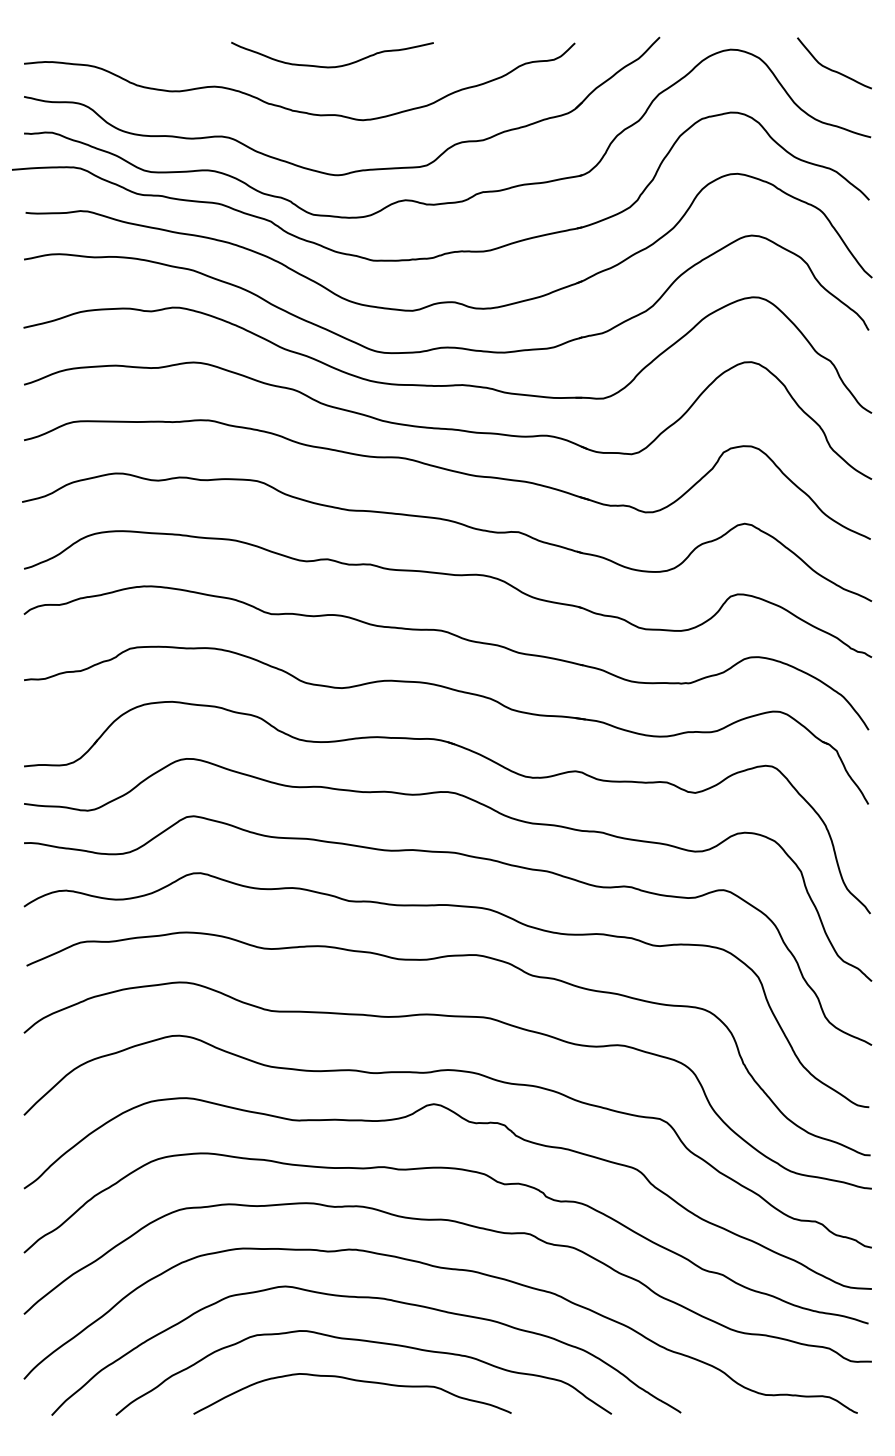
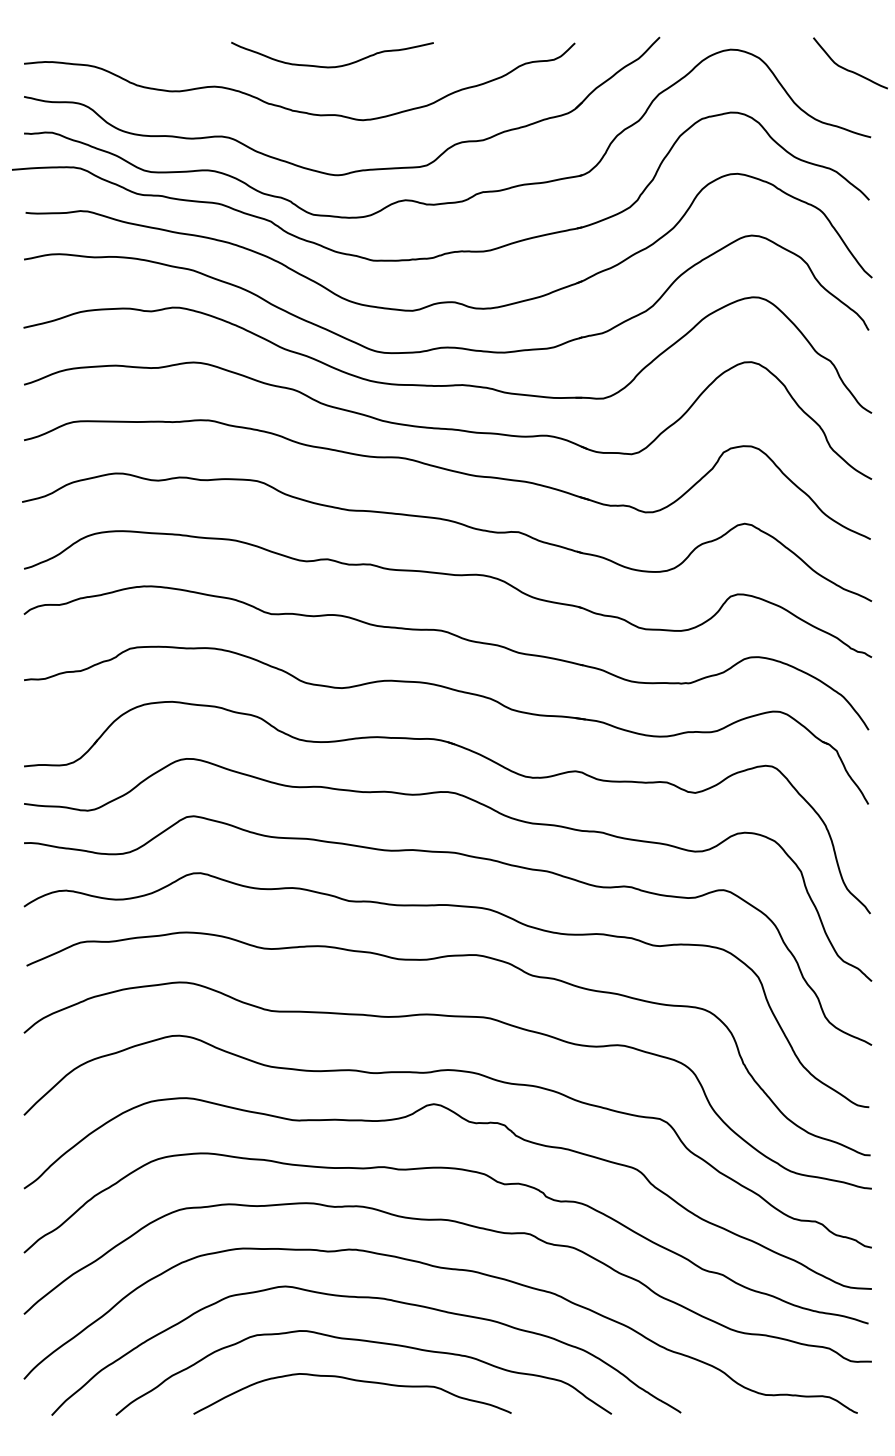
curve at (832, 69) position: (832, 69) -> (848, 69)
